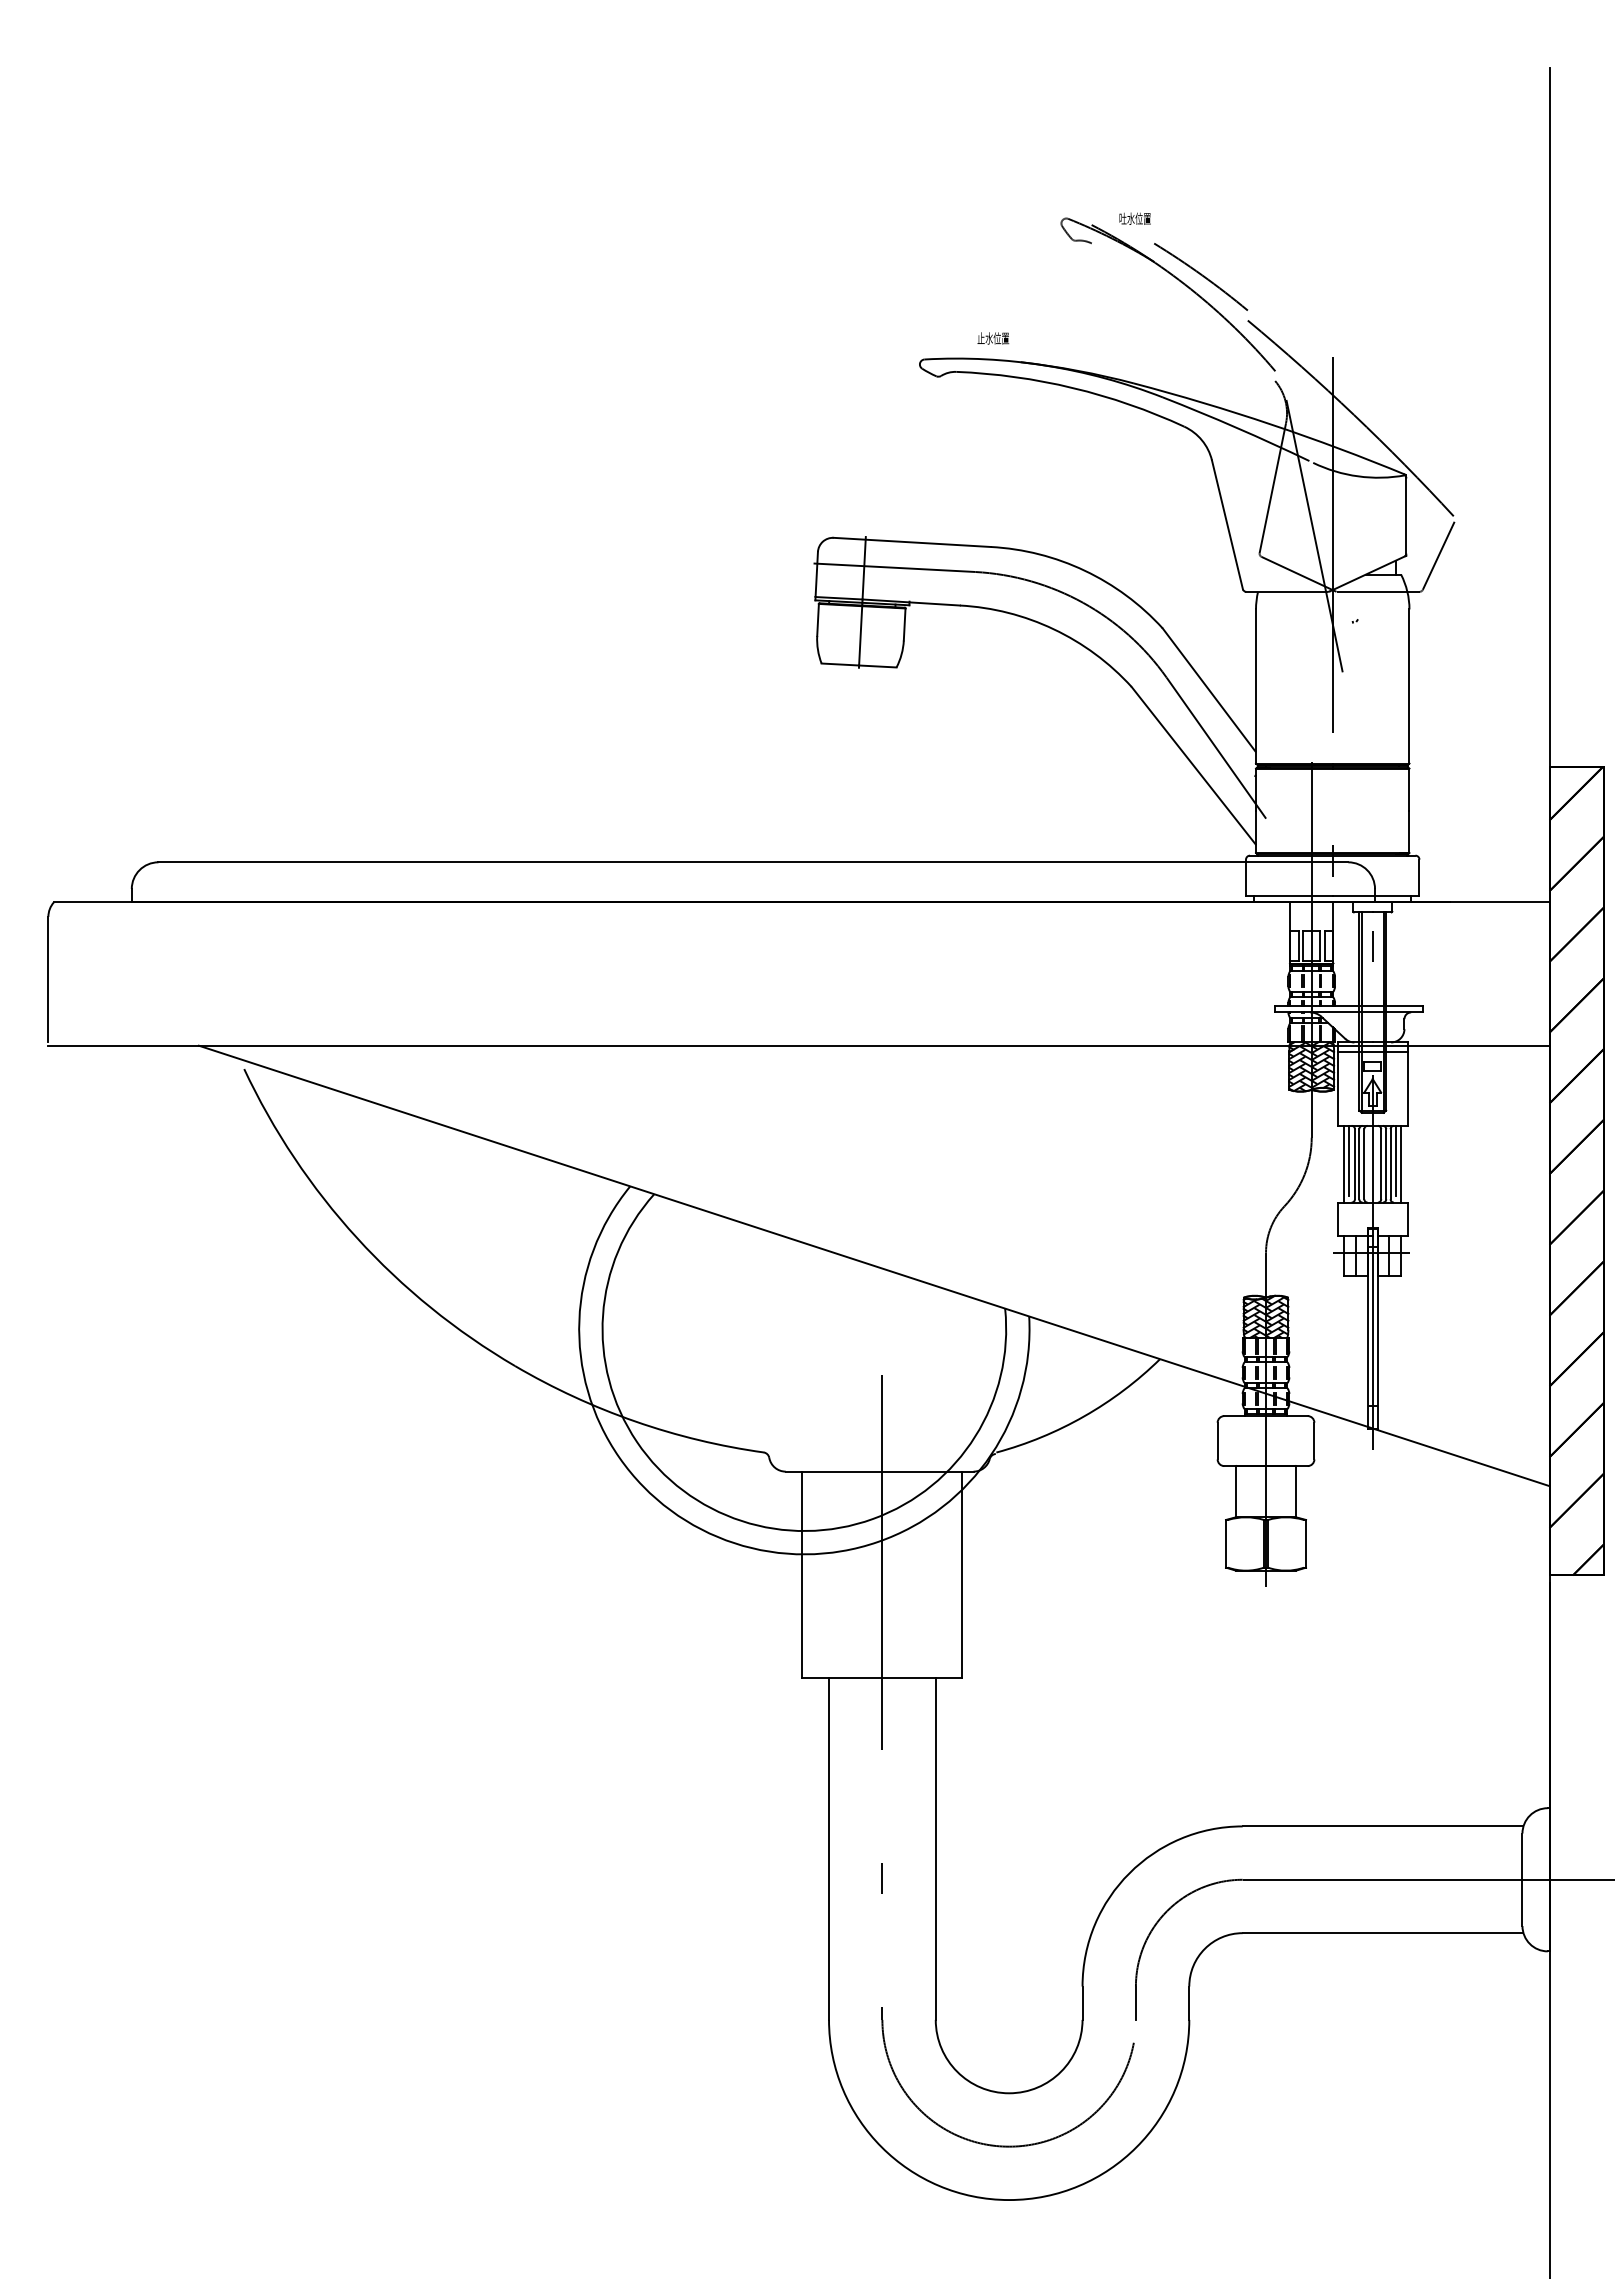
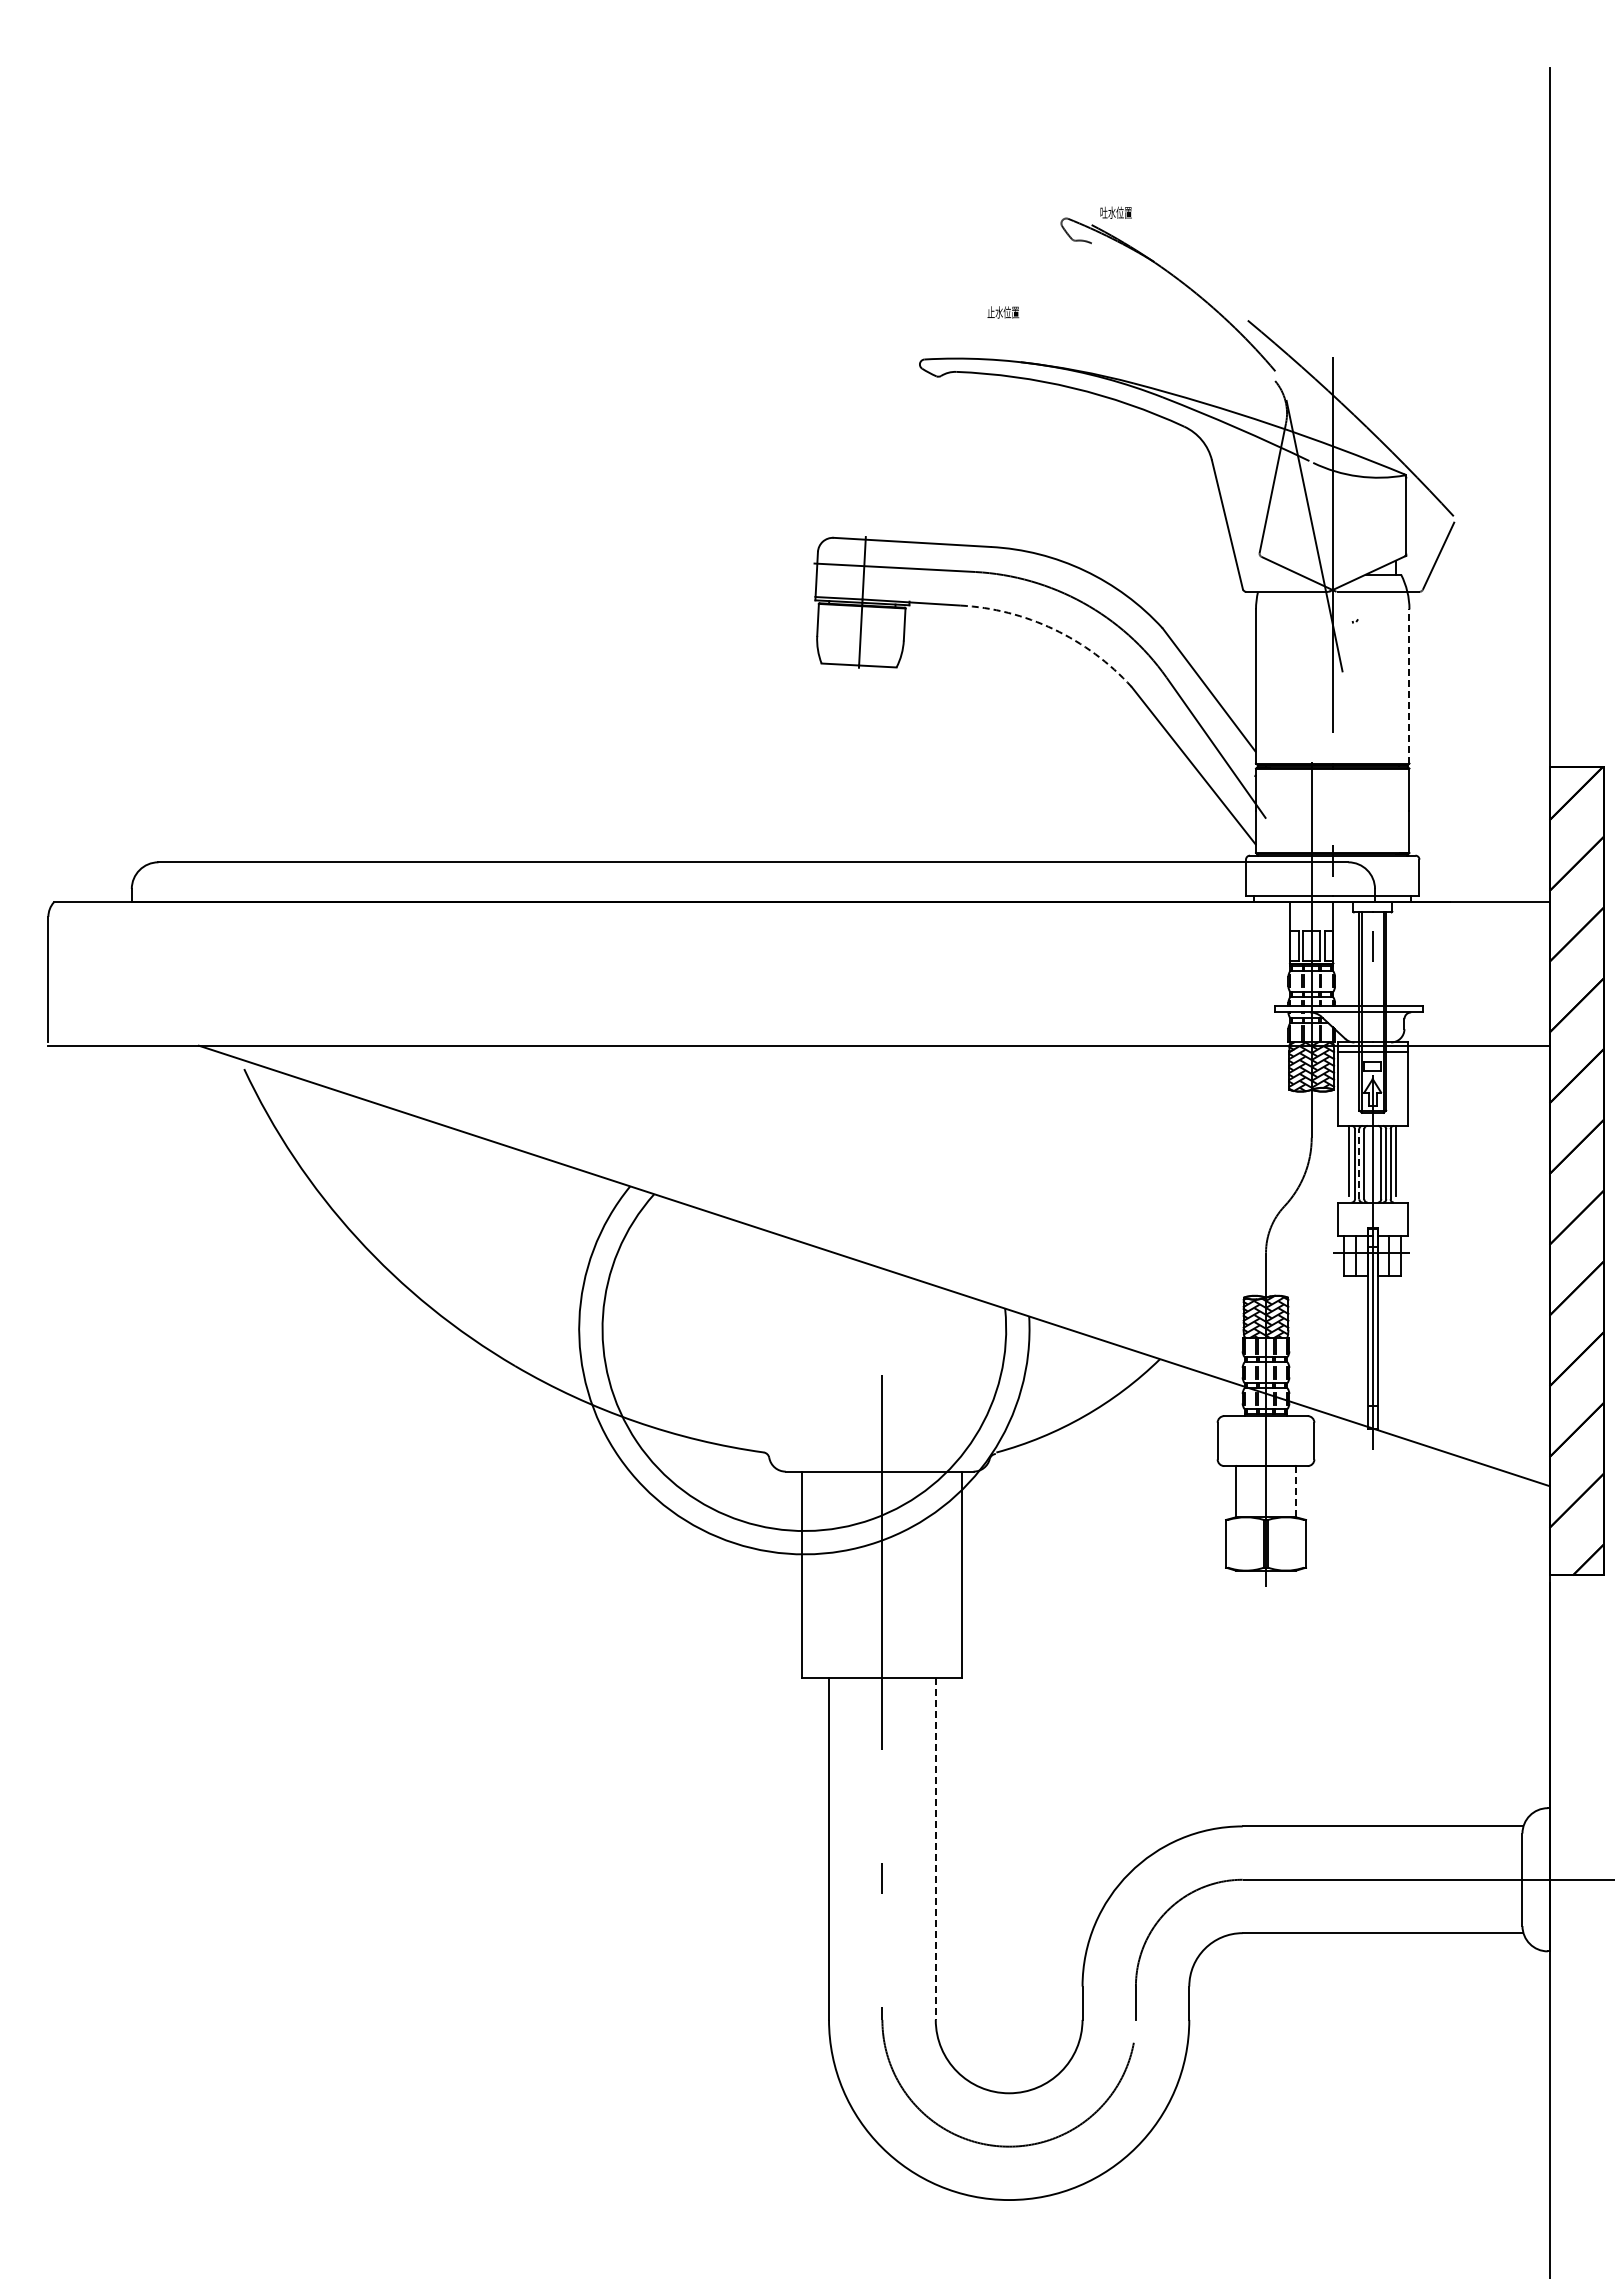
text at (1134, 218) position: (1134, 218) -> (1115, 212)
arc at (1201, 275): present -> none
text at (993, 338) position: (993, 338) -> (1003, 312)
arc at (1053, 629): solid -> dashed
line at (1409, 686): solid -> dashed
line at (1344, 1163): present -> none
line at (1359, 1163): solid -> dashed
line at (1401, 1163): present -> none
line at (1296, 1491): solid -> dashed
line at (935, 1849): solid -> dashed
